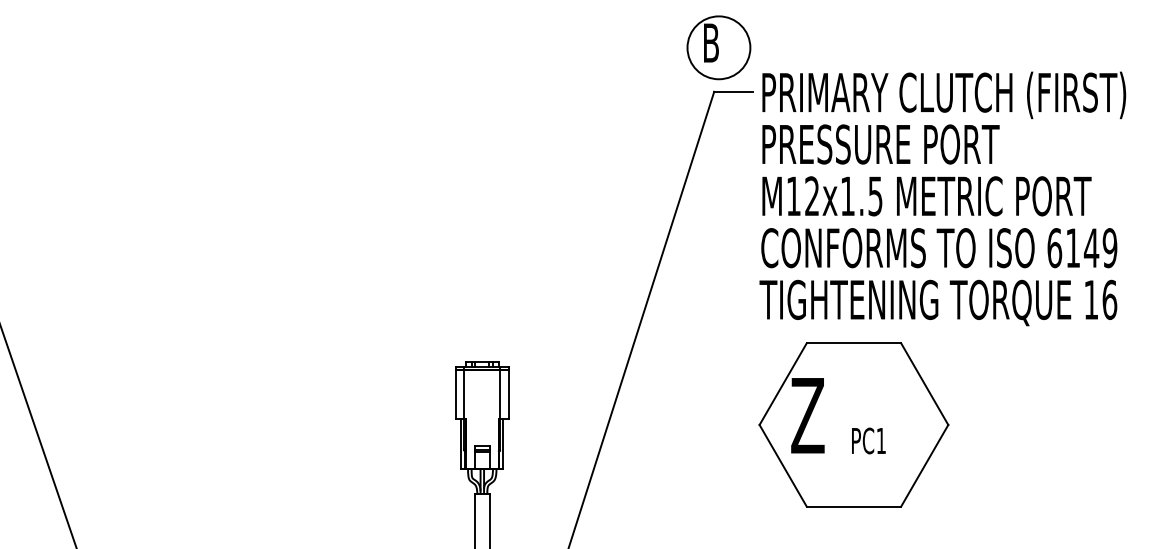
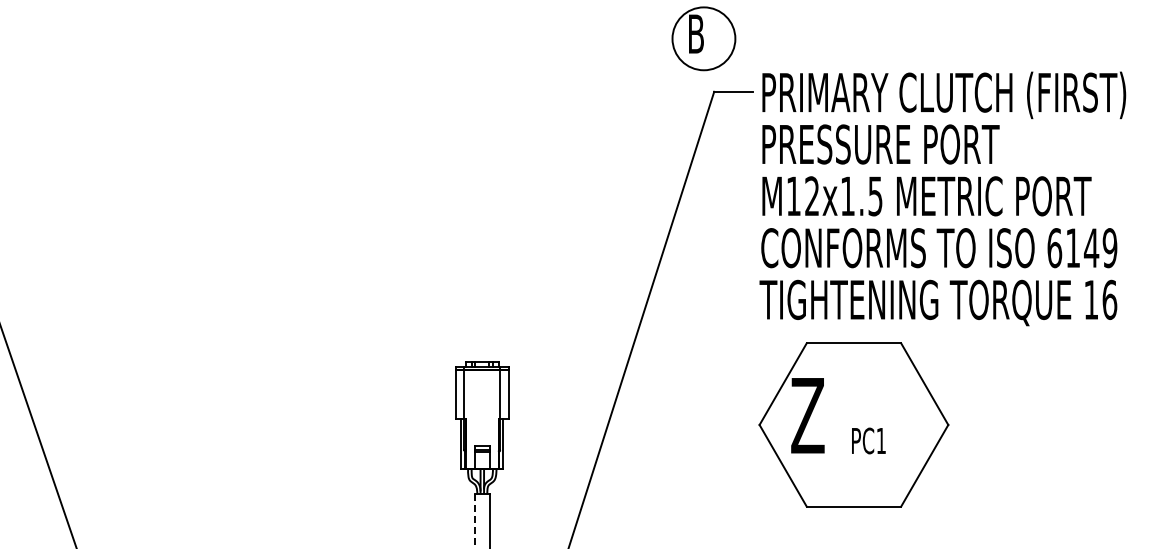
part at (718, 47) position: (718, 47) -> (703, 38)
line at (474, 521): solid -> dashed
